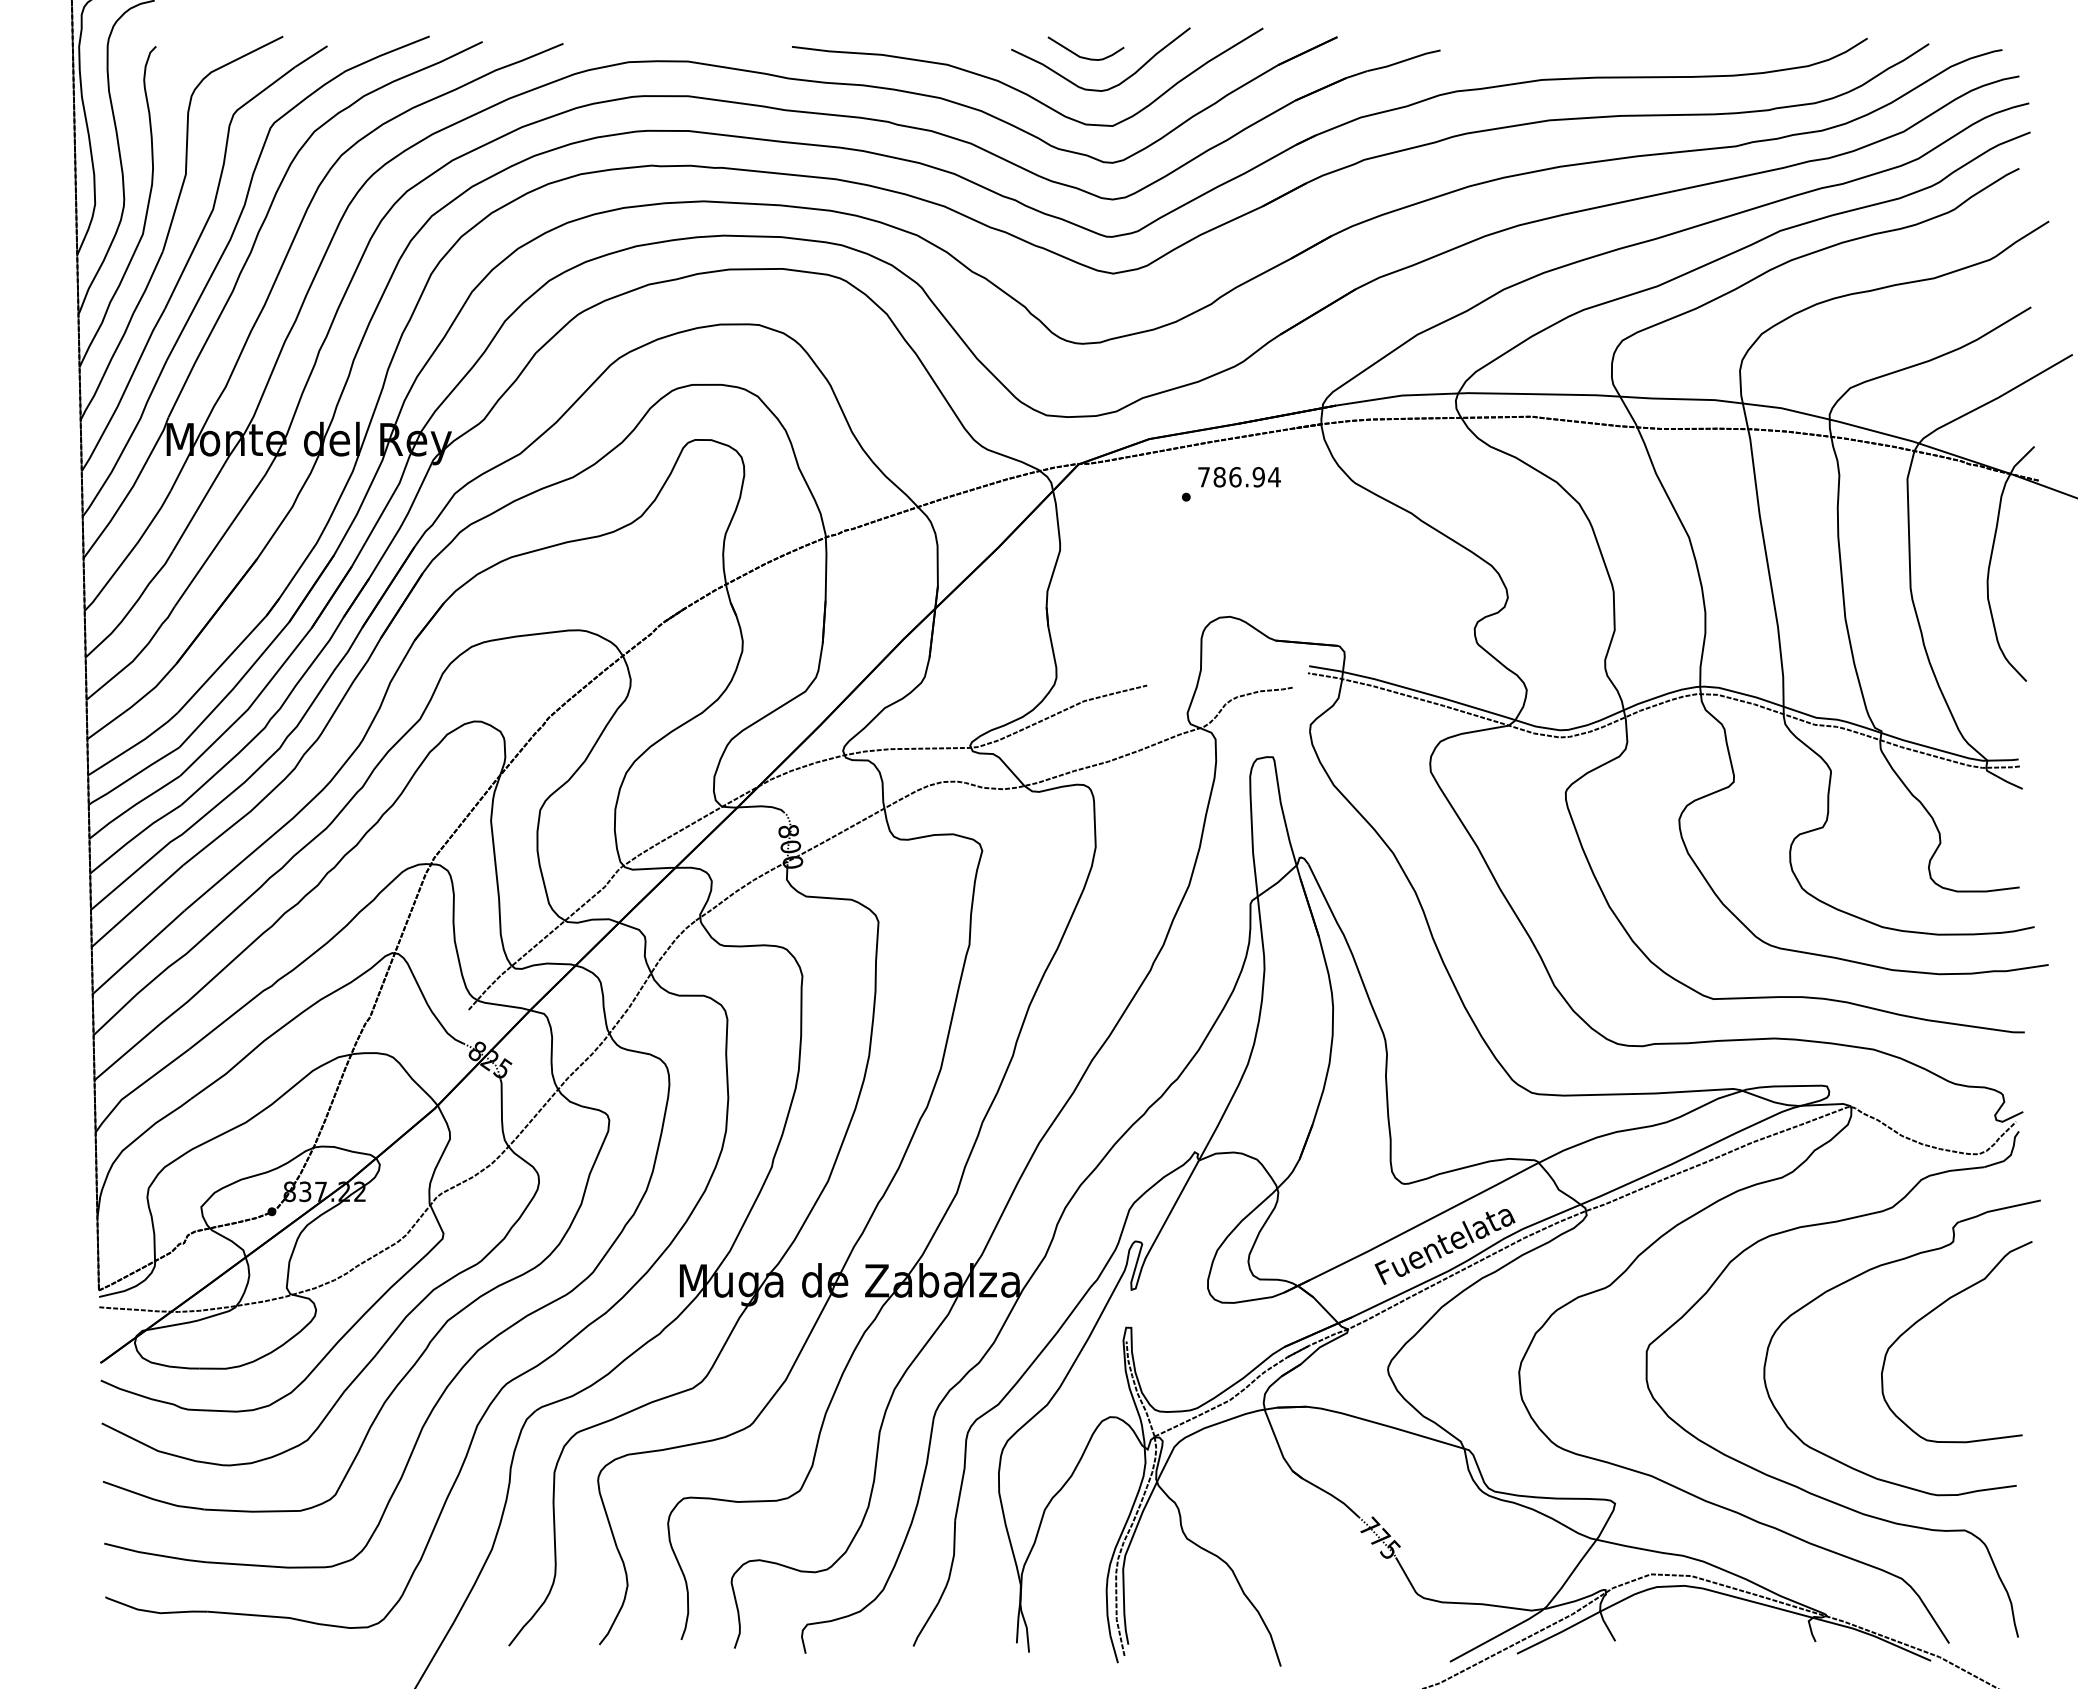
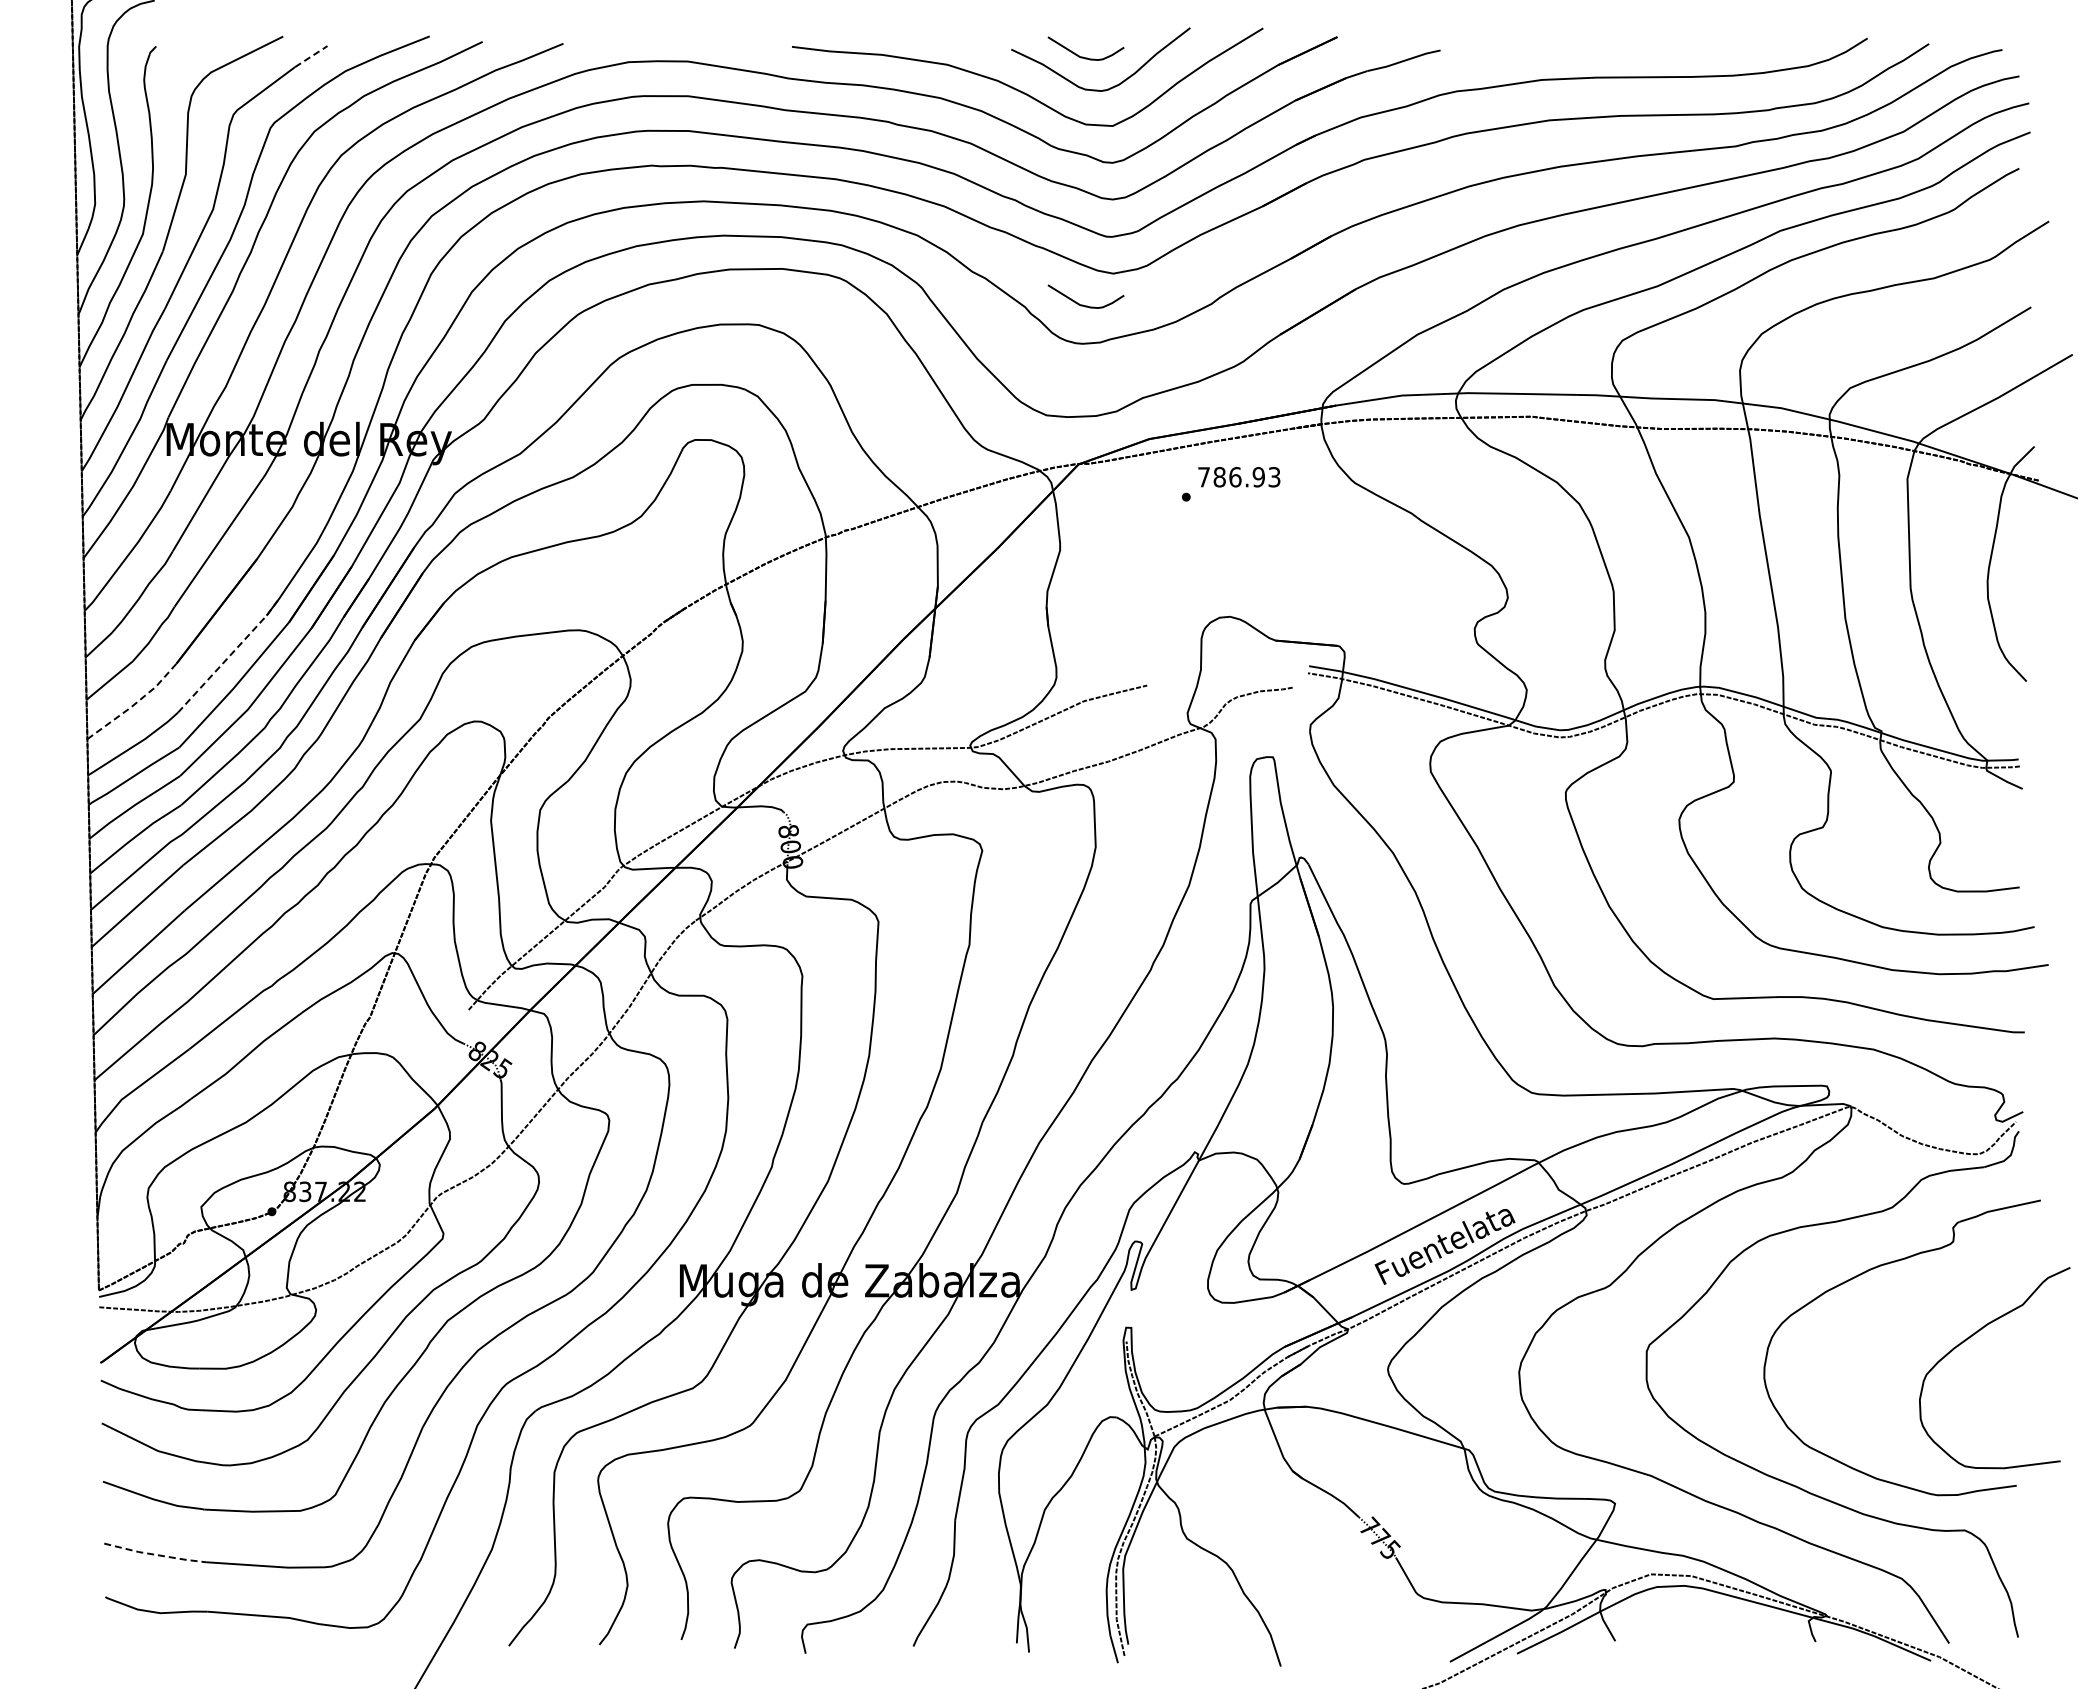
line at (311, 56): solid -> dashed
curve at (1083, 304): none -> present
text at (1274, 477): 786.94 -> 786.93
line at (230, 655): solid -> dashed
line at (135, 703): solid -> dashed
curve at (1933, 1311) position: (1933, 1311) -> (1971, 1337)
line at (155, 1554): solid -> dashed
